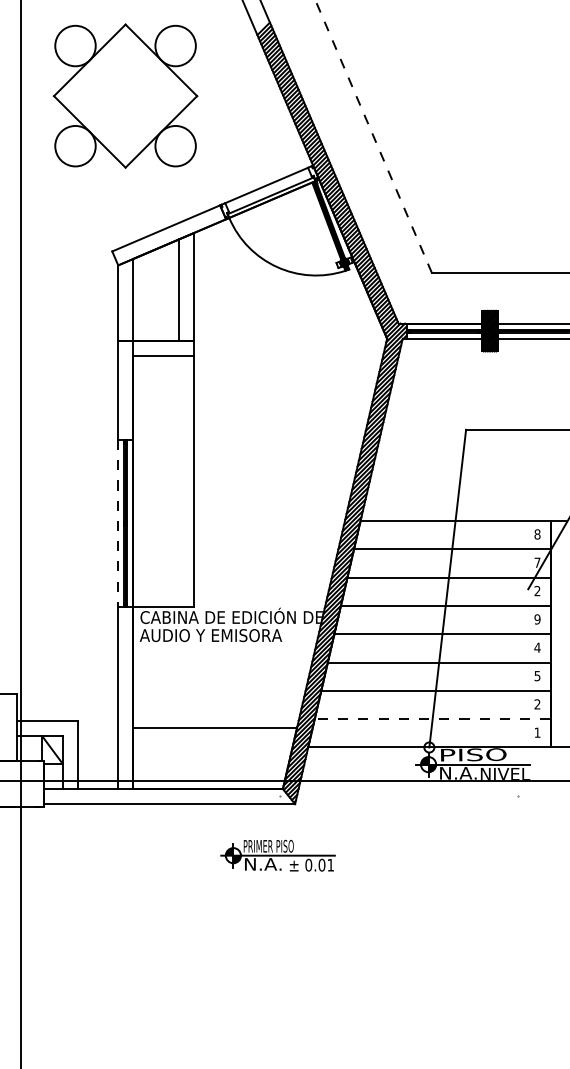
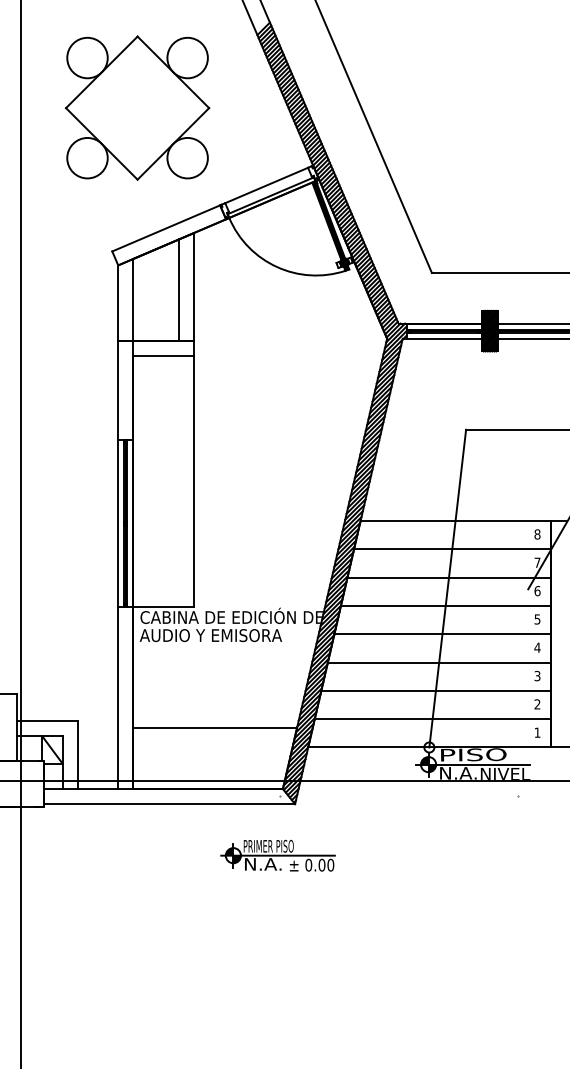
part at (125, 95) position: (125, 95) -> (137, 107)
line at (373, 136): dashed -> solid
line at (118, 523): dashed -> solid
text at (537, 591): 2 -> 6
text at (537, 619): 9 -> 5
text at (537, 675): 5 -> 3
line at (432, 719): dashed -> solid
text at (330, 864): 0.01 -> 0.00
